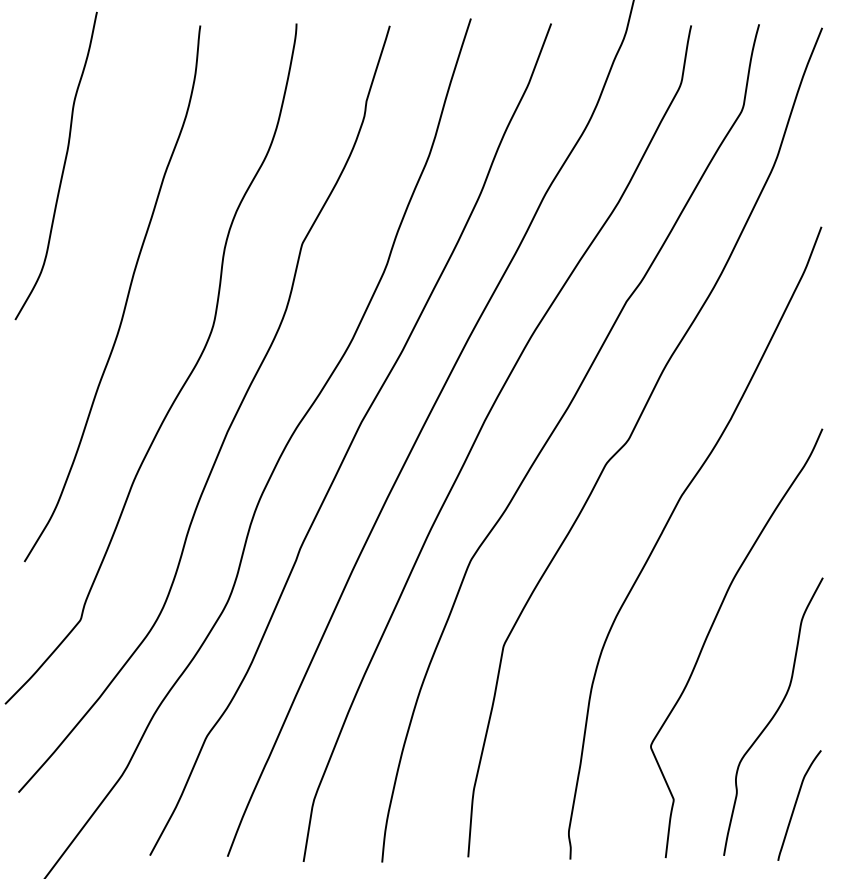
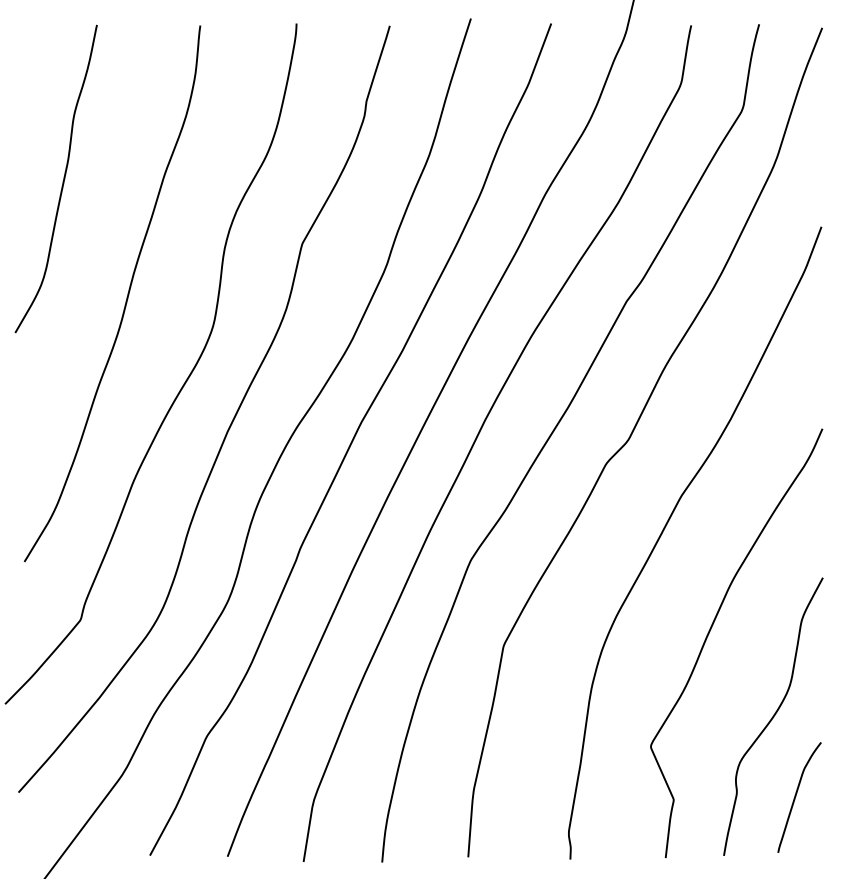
curve at (62, 168) position: (62, 168) -> (62, 181)
curve at (796, 804) position: (796, 804) -> (796, 796)
